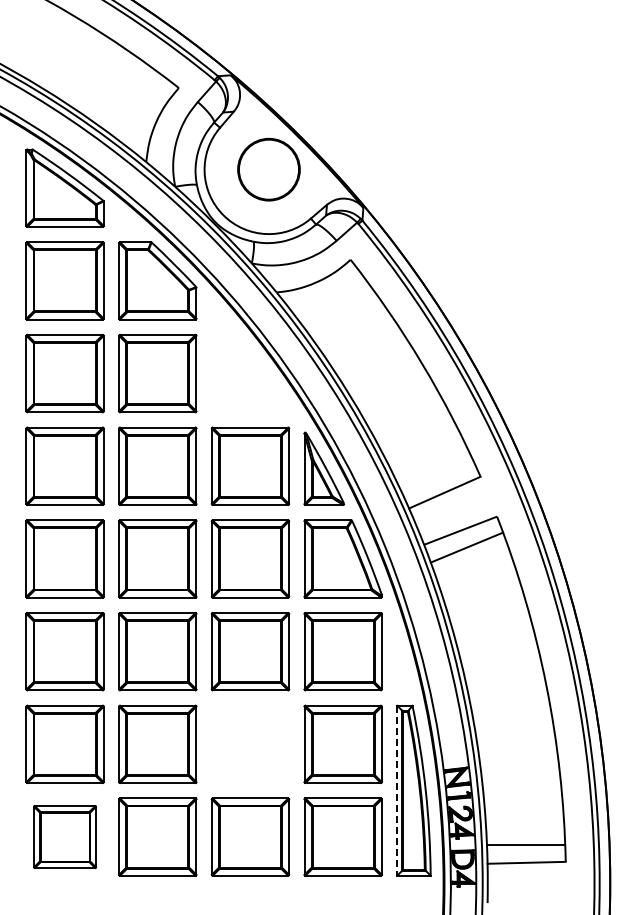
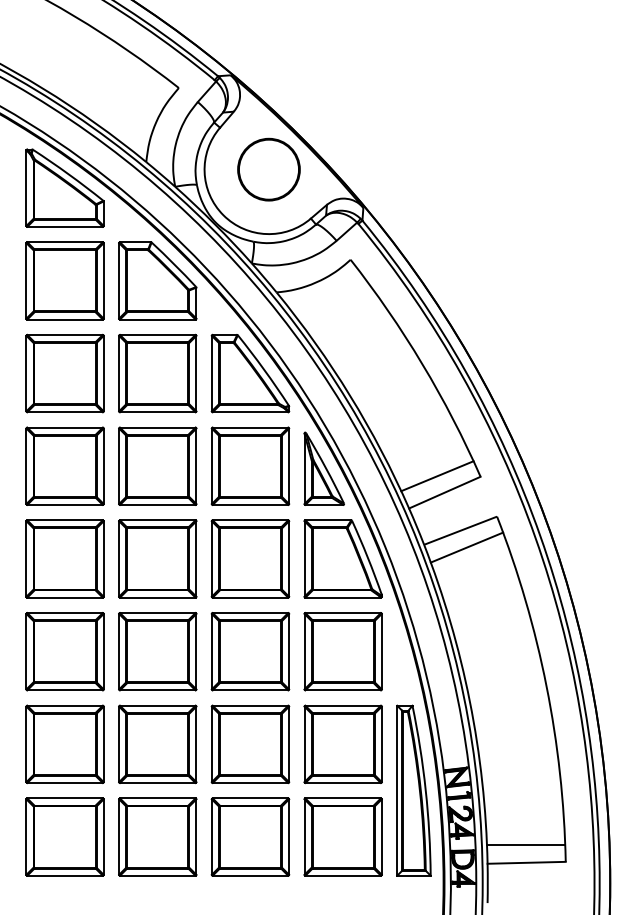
part at (250, 373): none -> present
line at (437, 476): none -> present
part at (250, 744): none -> present
line at (397, 790): dashed -> solid
part at (64, 836) size: 64x64 px -> 80x80 px
